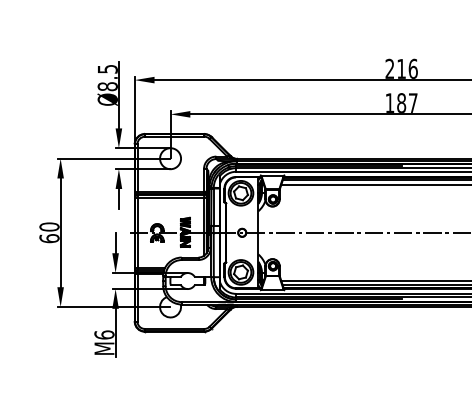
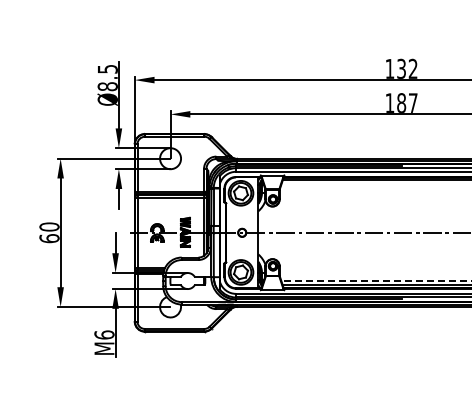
text at (401, 68): 216 -> 132
line at (374, 185): present -> none
line at (376, 280): solid -> dashed
